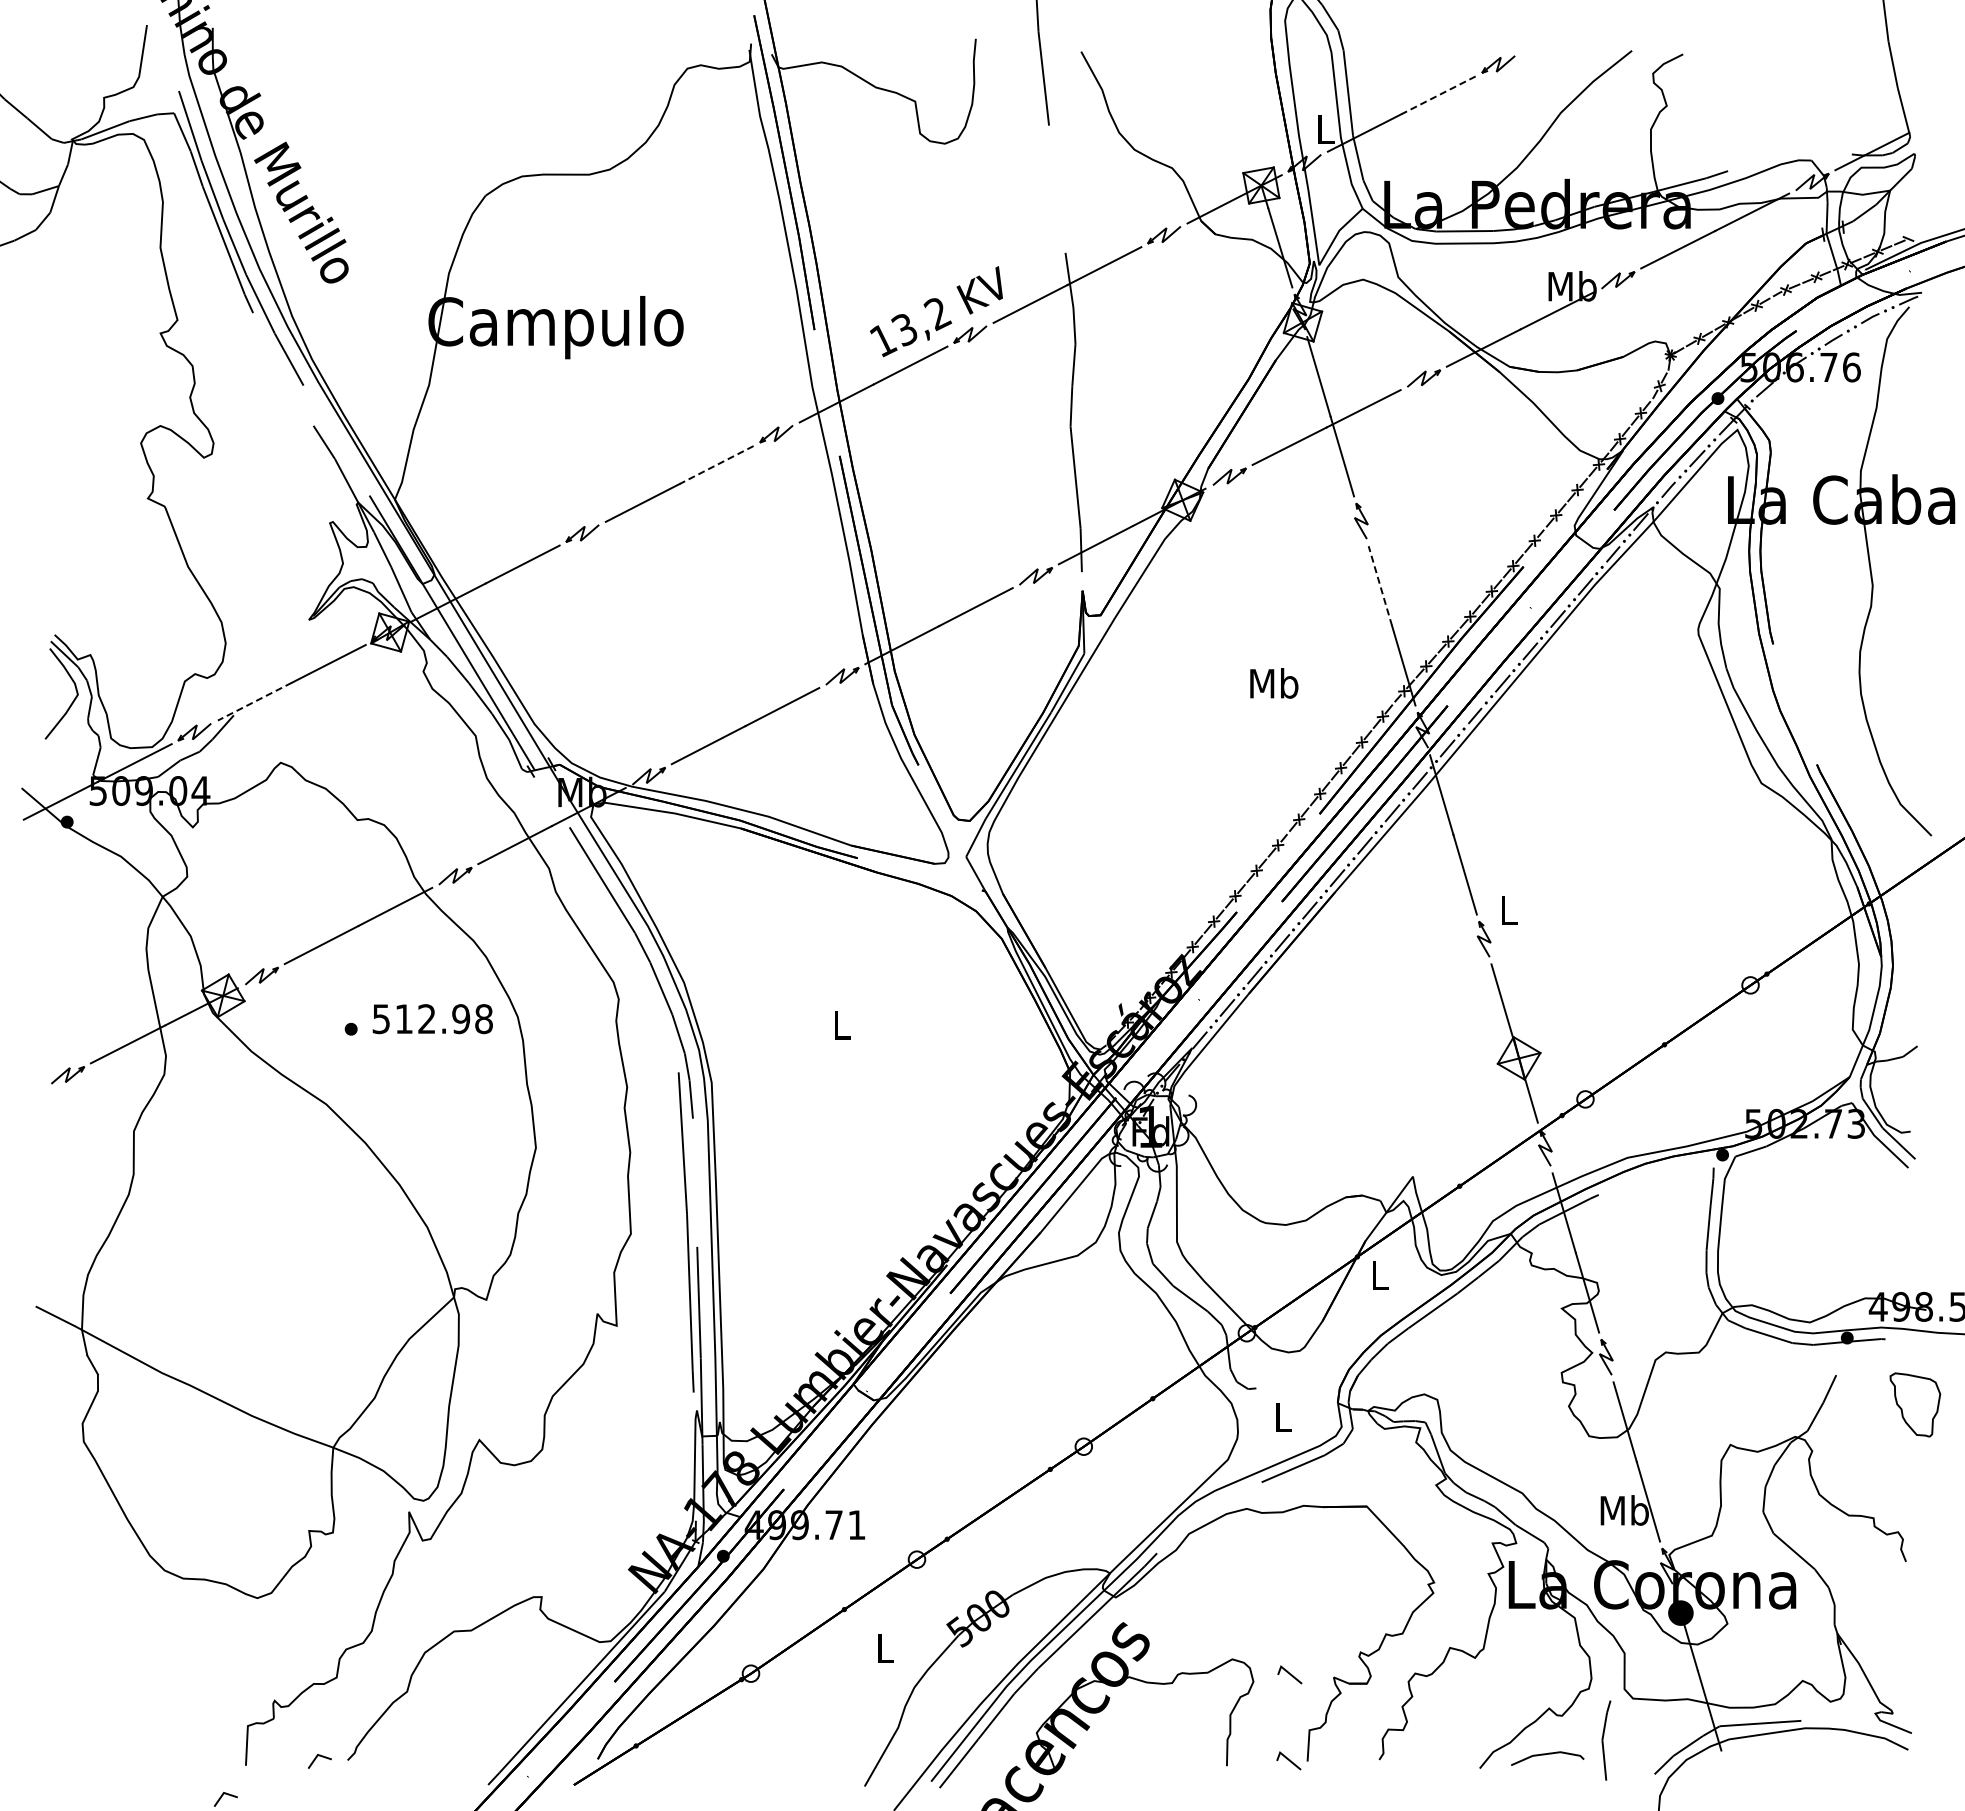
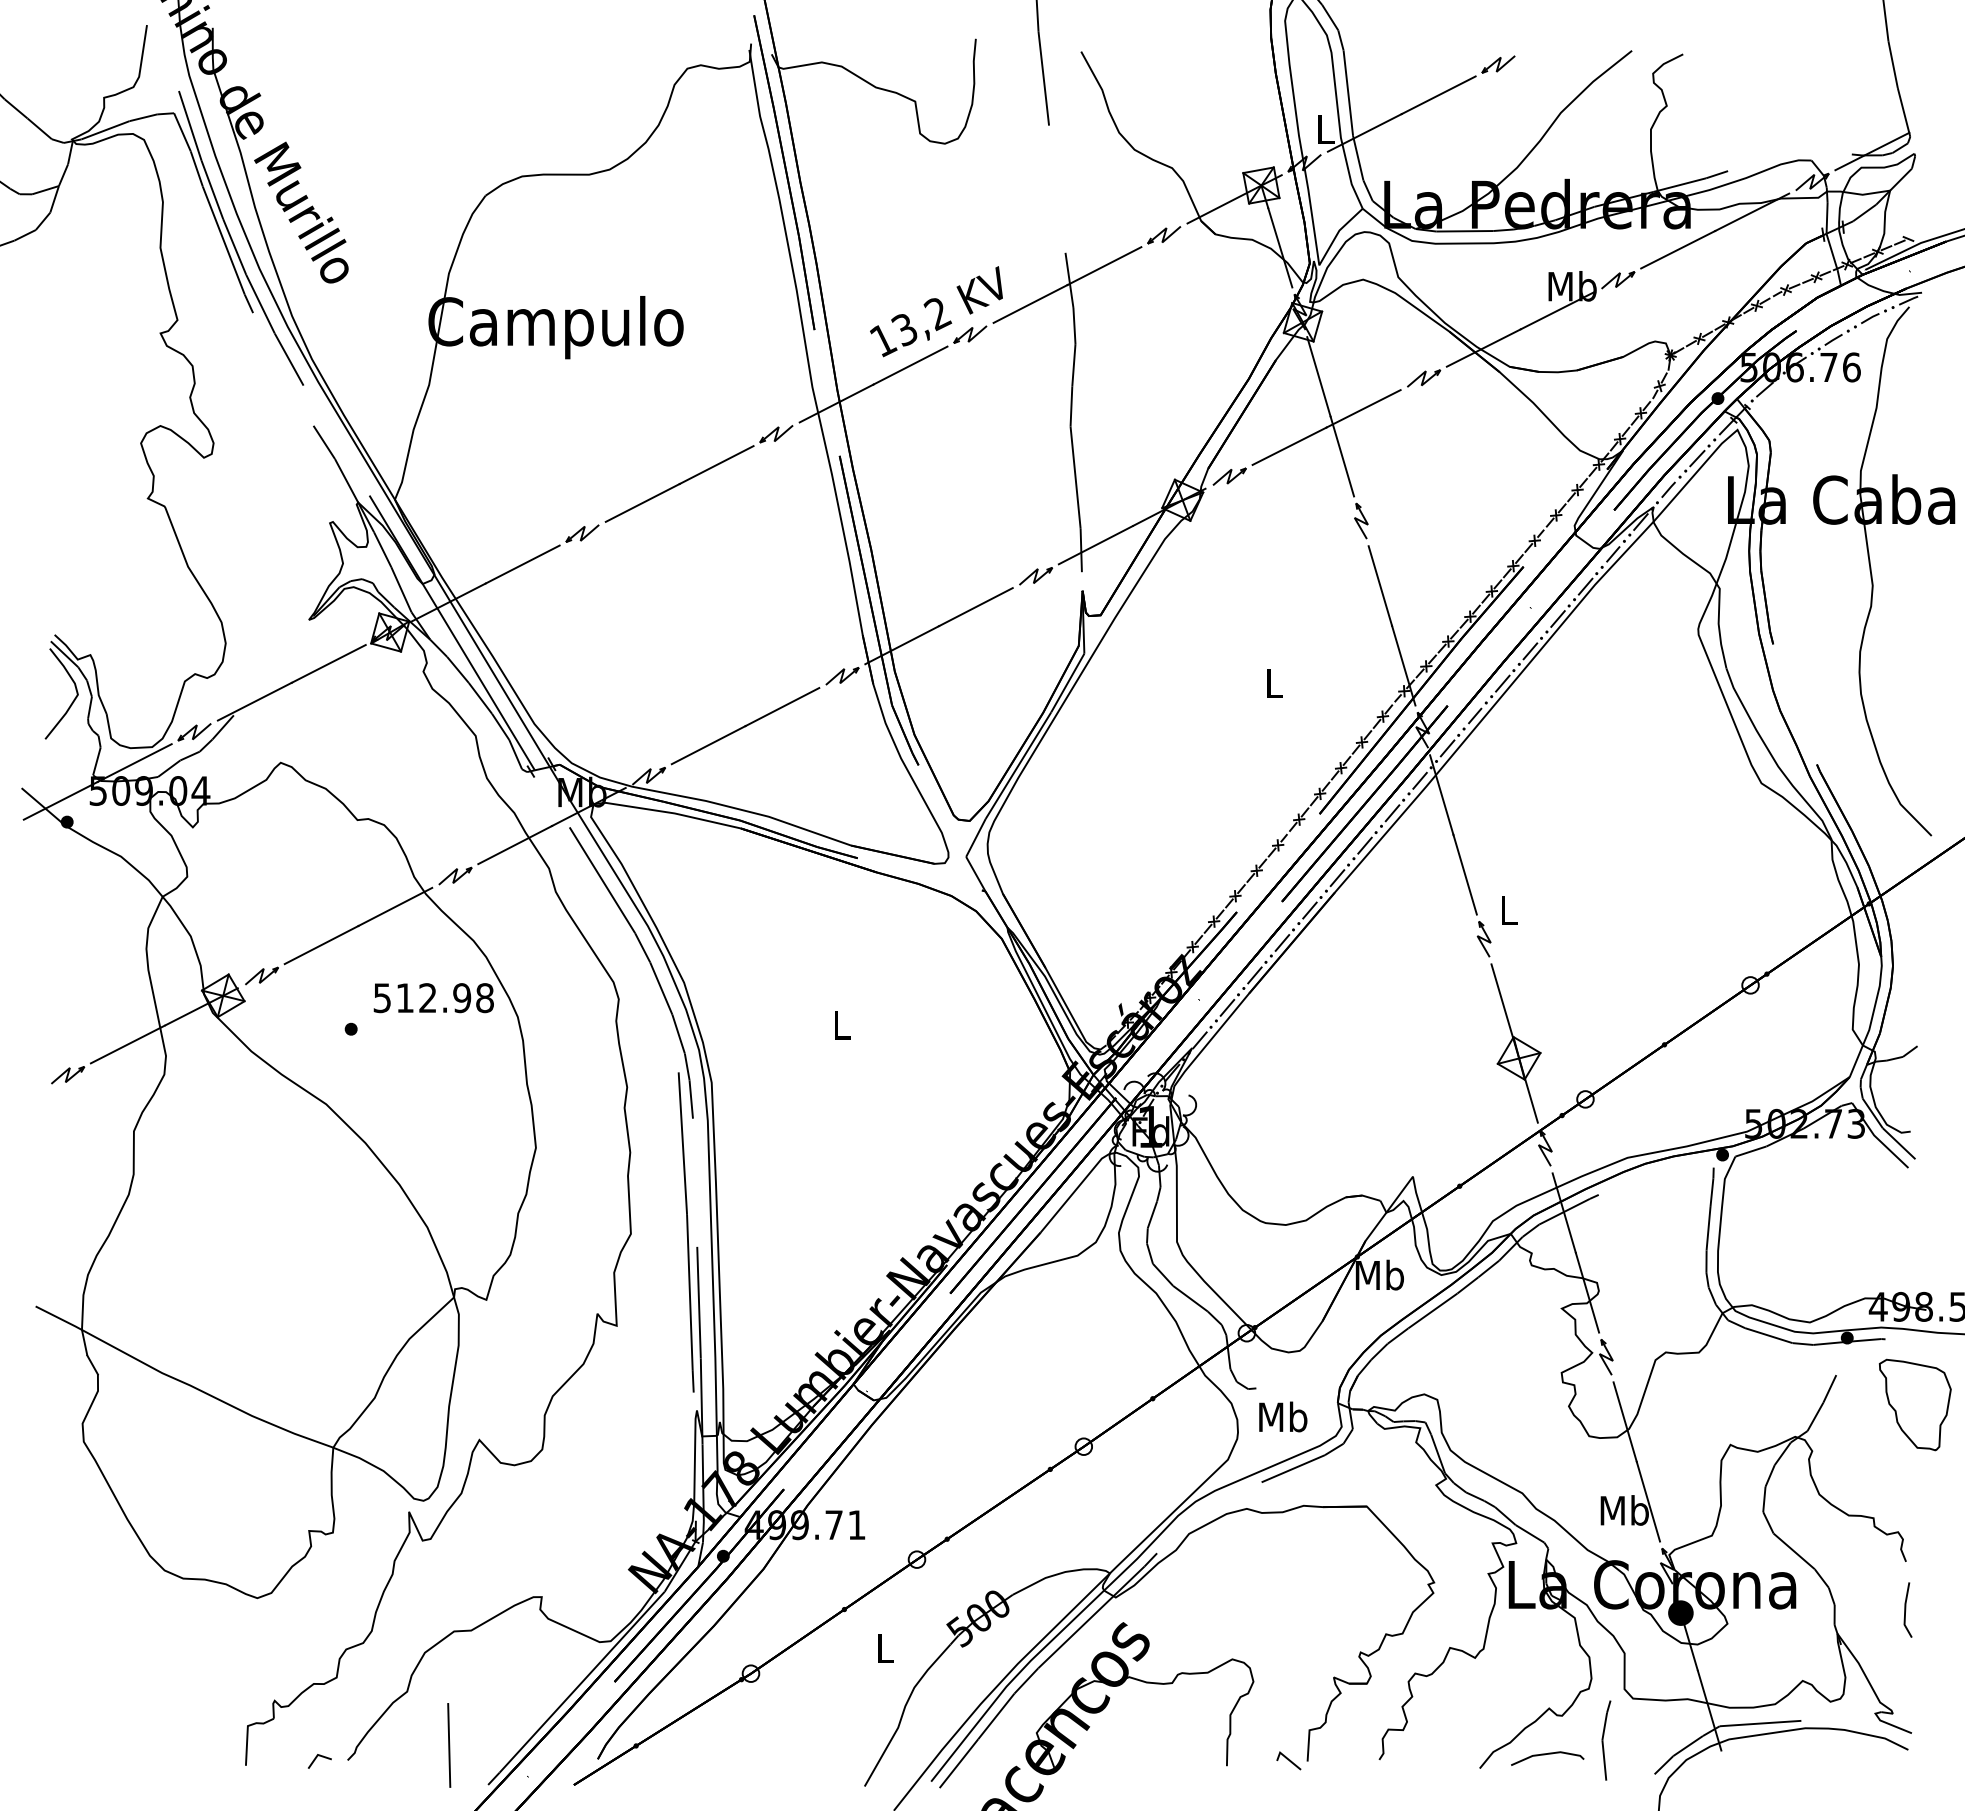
line at (1438, 95): dashed -> solid
line at (716, 465): dashed -> solid
line at (1380, 586): dashed -> solid
text at (1274, 683): Mb -> L
line at (254, 701): dashed -> solid
text at (432, 1019) position: (432, 1019) -> (433, 998)
text at (1379, 1274): L -> Mb
part at (1915, 1404) size: 53x66 px -> 73x94 px
text at (1283, 1416): L -> Mb
line at (1906, 1609): none -> present
line at (1289, 1674): present -> none
line at (449, 1745): none -> present
line at (221, 1798): present -> none
